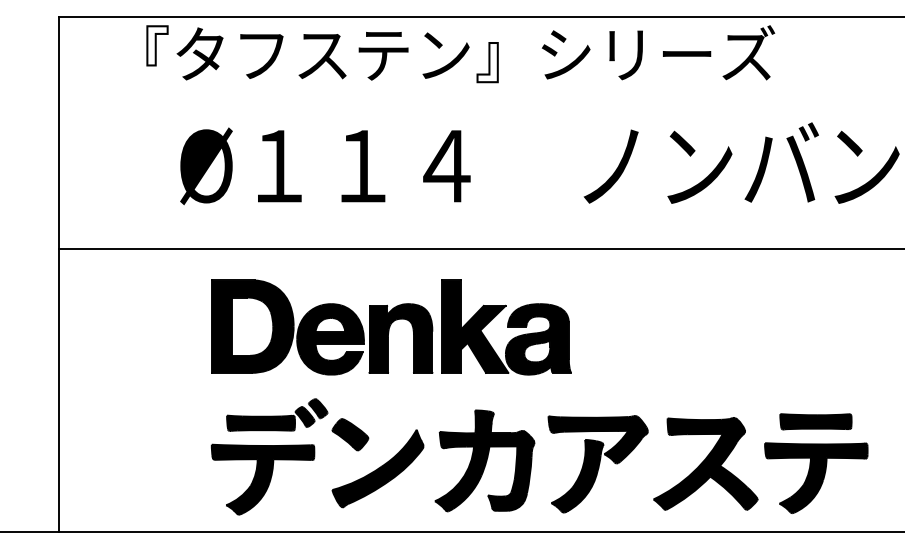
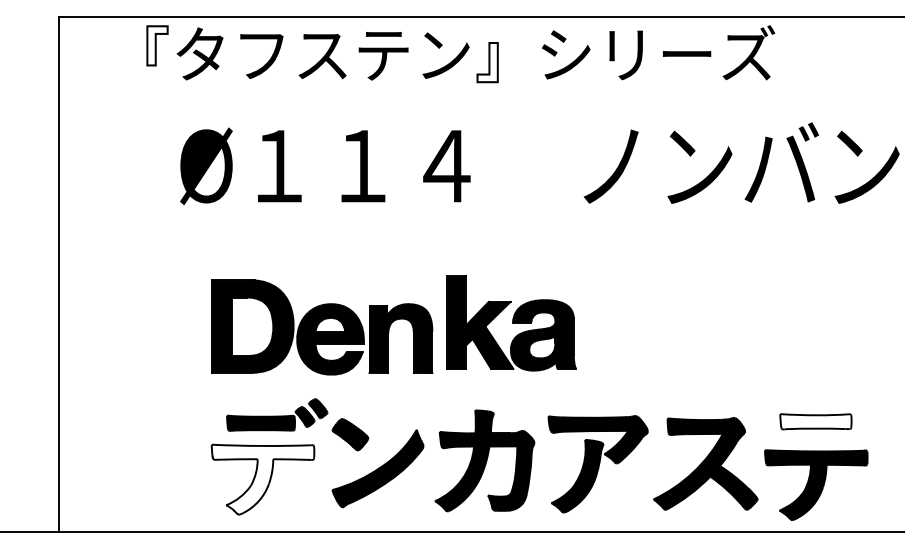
line at (479, 248): present -> none
part at (506, 327) position: (506, 327) -> (511, 323)
fill at (815, 421): present -> none
part at (816, 477) position: (816, 477) -> (816, 484)
fill at (262, 479): present -> none
